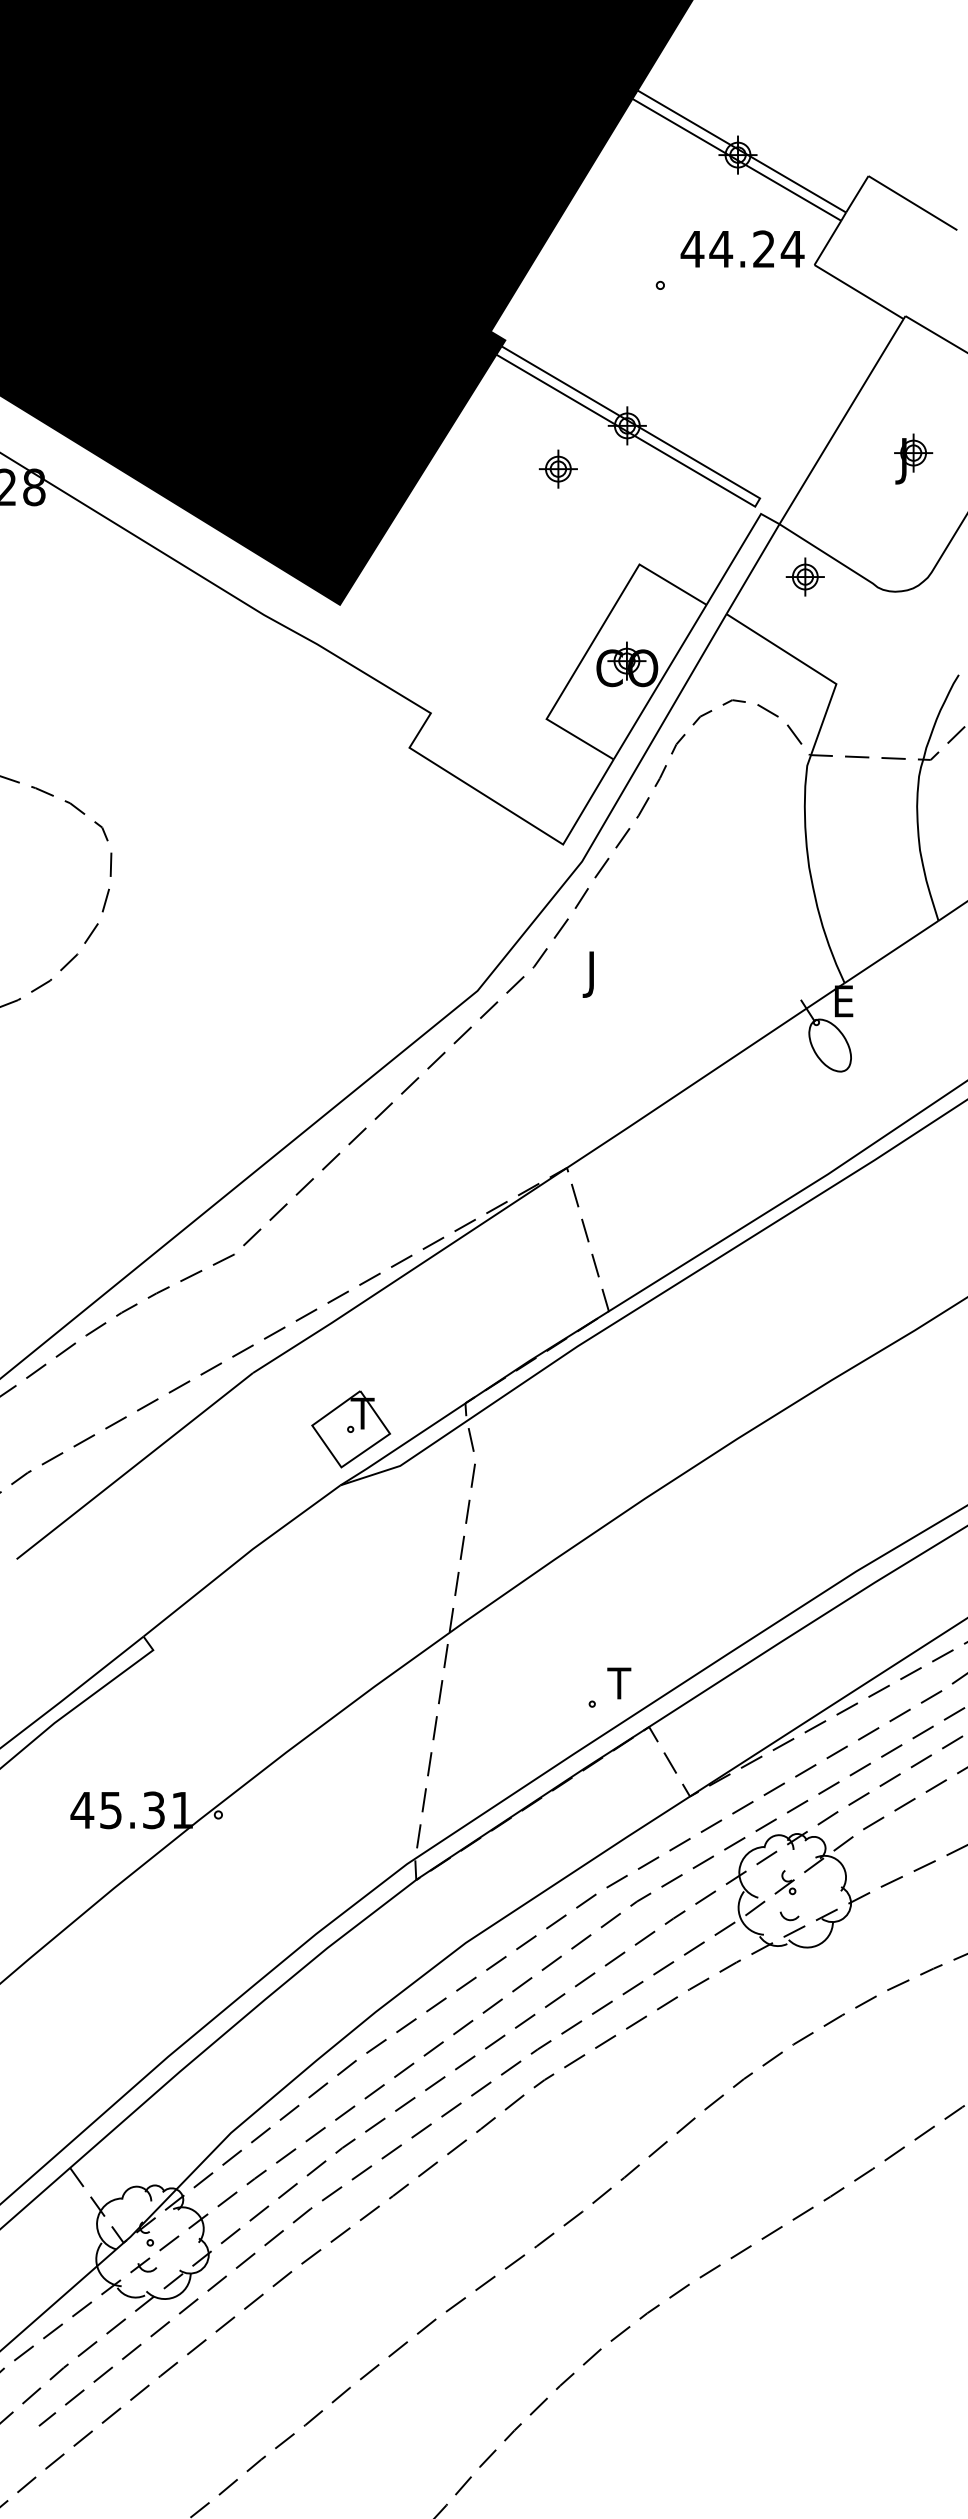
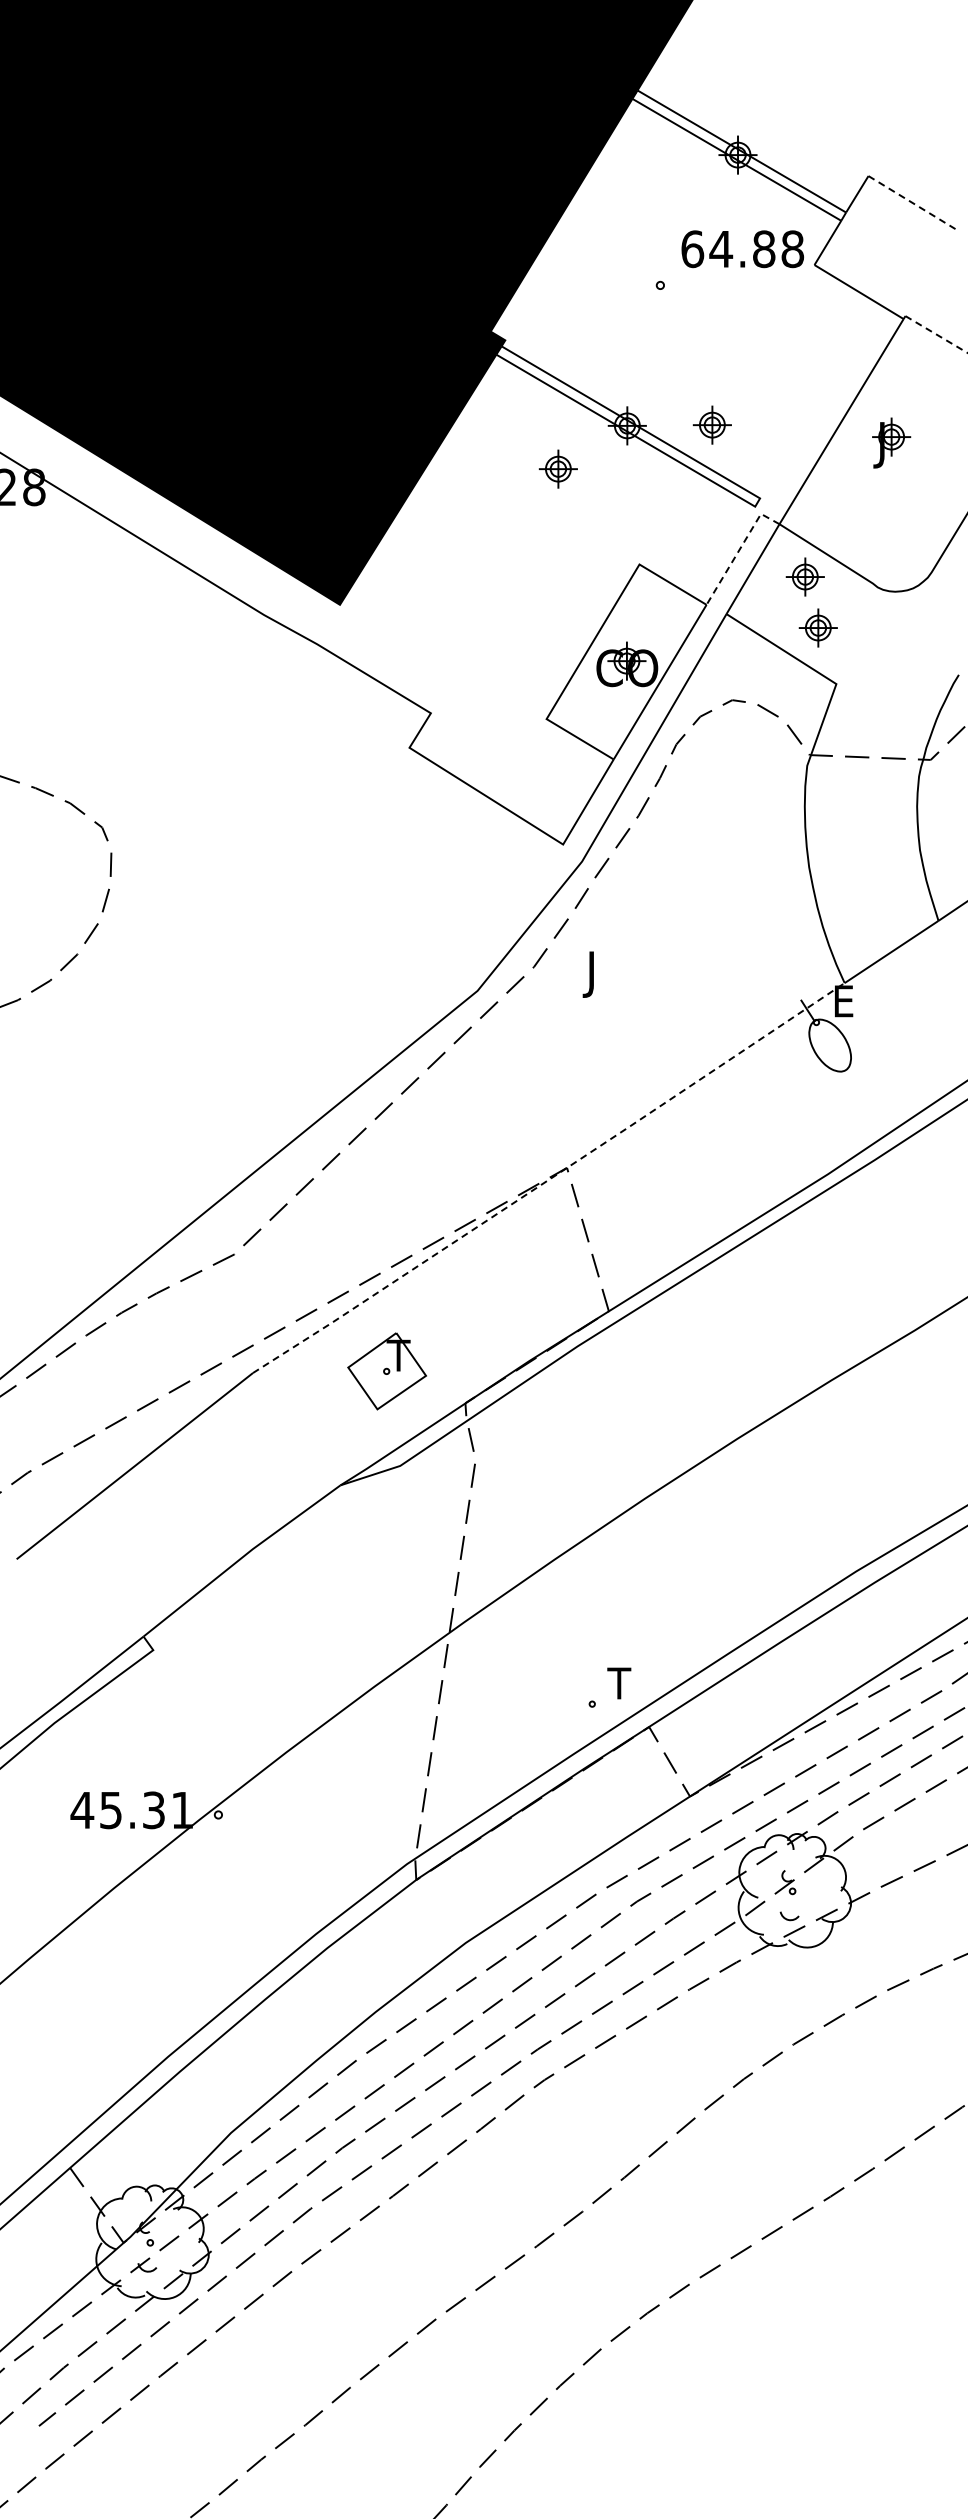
line at (913, 203): solid -> dashed
text at (742, 249): 44.24 -> 64.88
line at (937, 334): solid -> dashed
part at (711, 424): none -> present
part at (913, 458) position: (913, 458) -> (891, 442)
line at (739, 549): solid -> dashed
part at (817, 627): none -> present
line at (550, 1179): solid -> dashed
part at (350, 1429) position: (350, 1429) -> (386, 1371)
